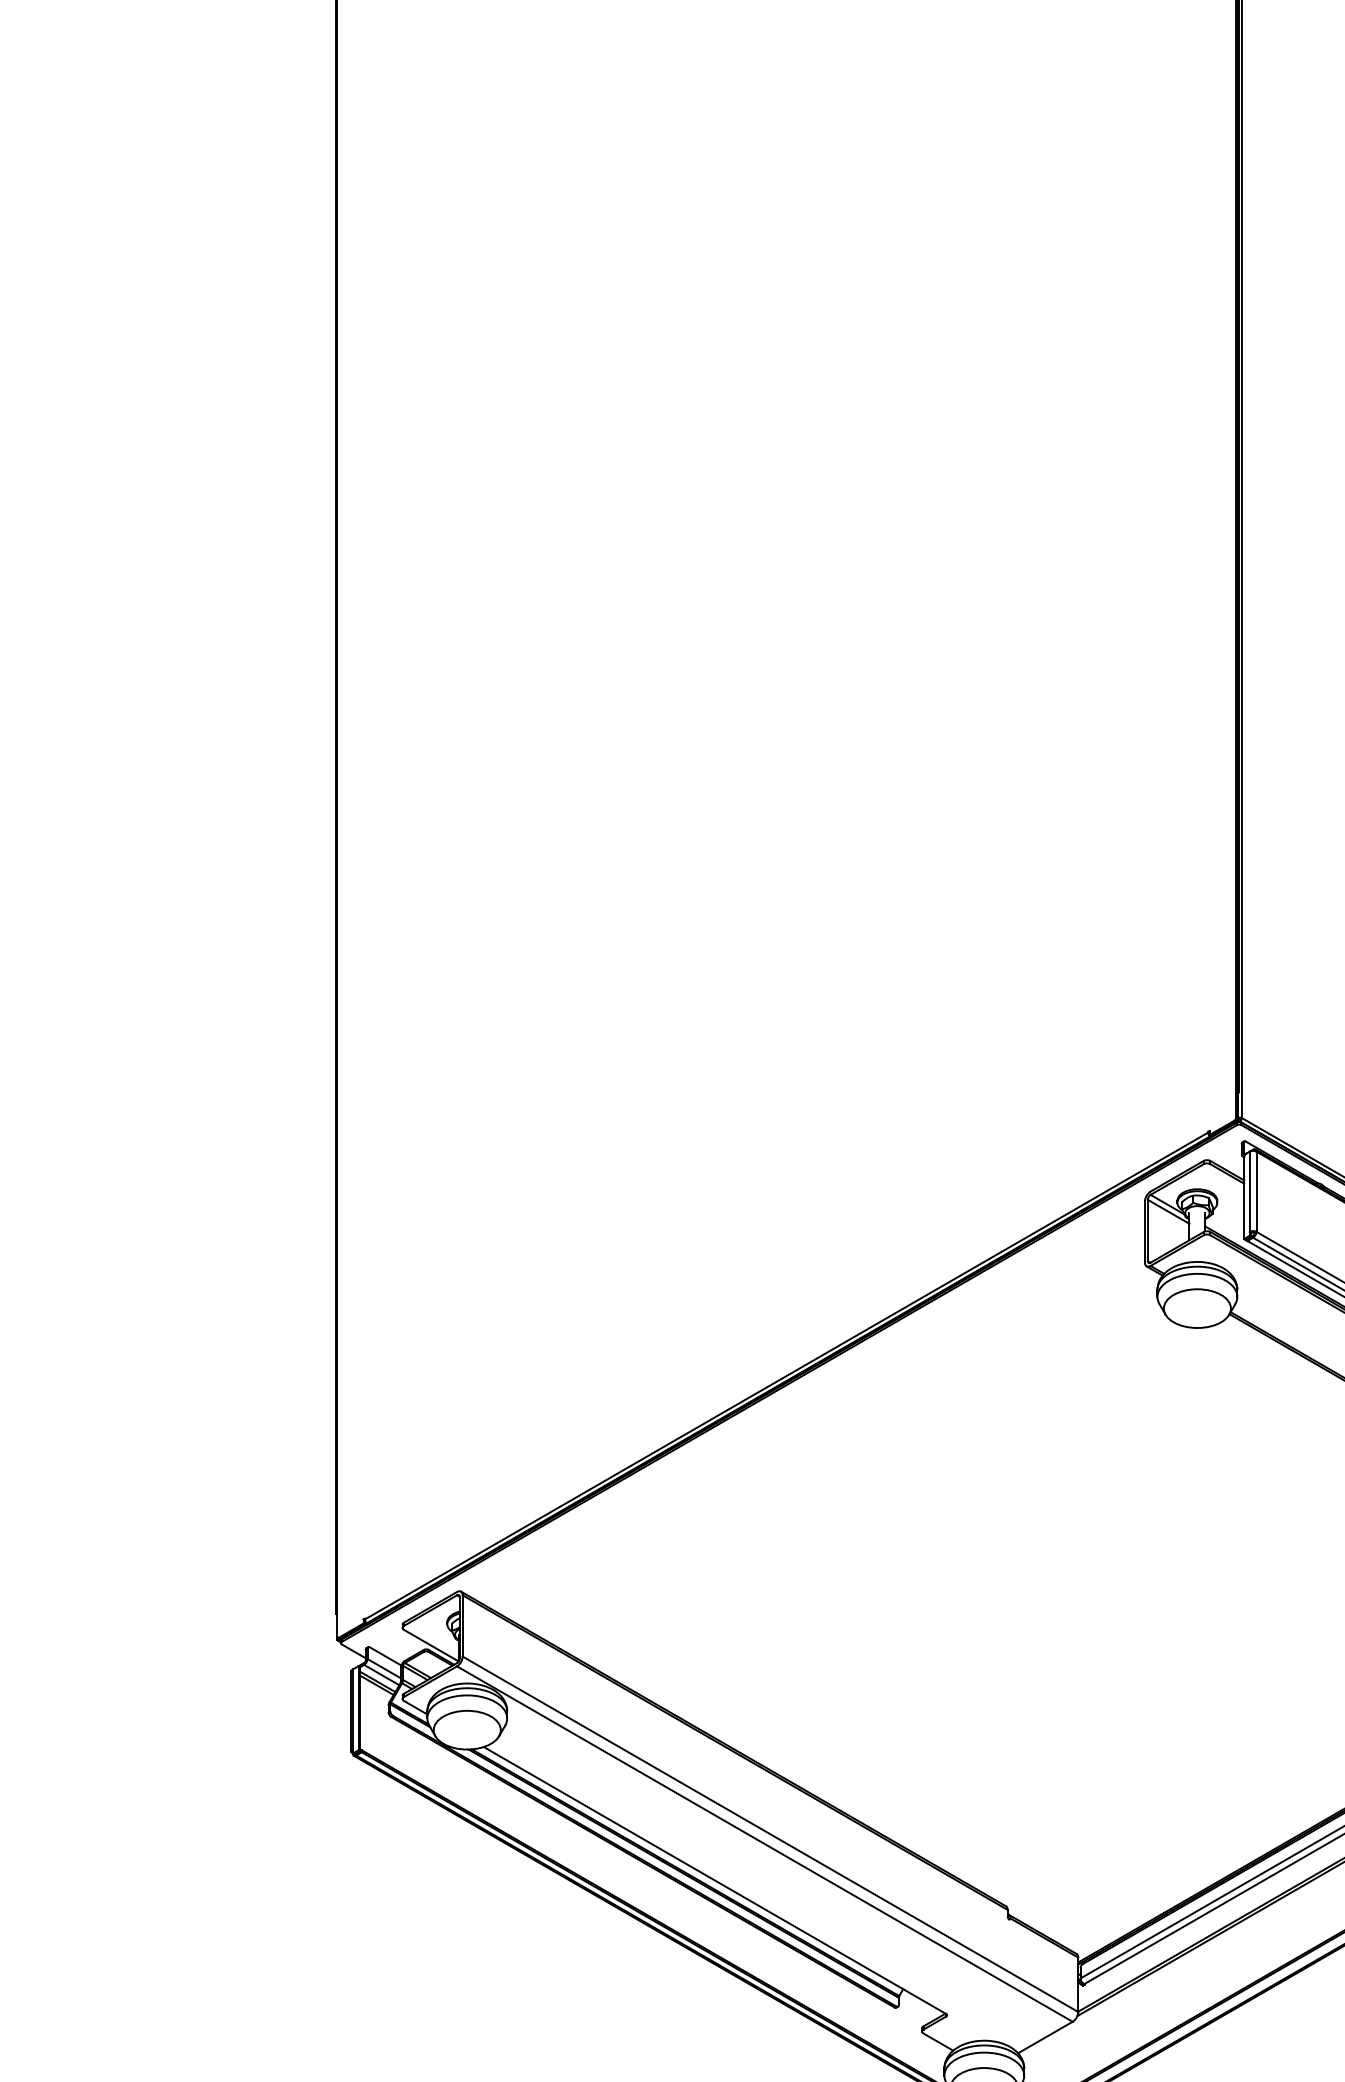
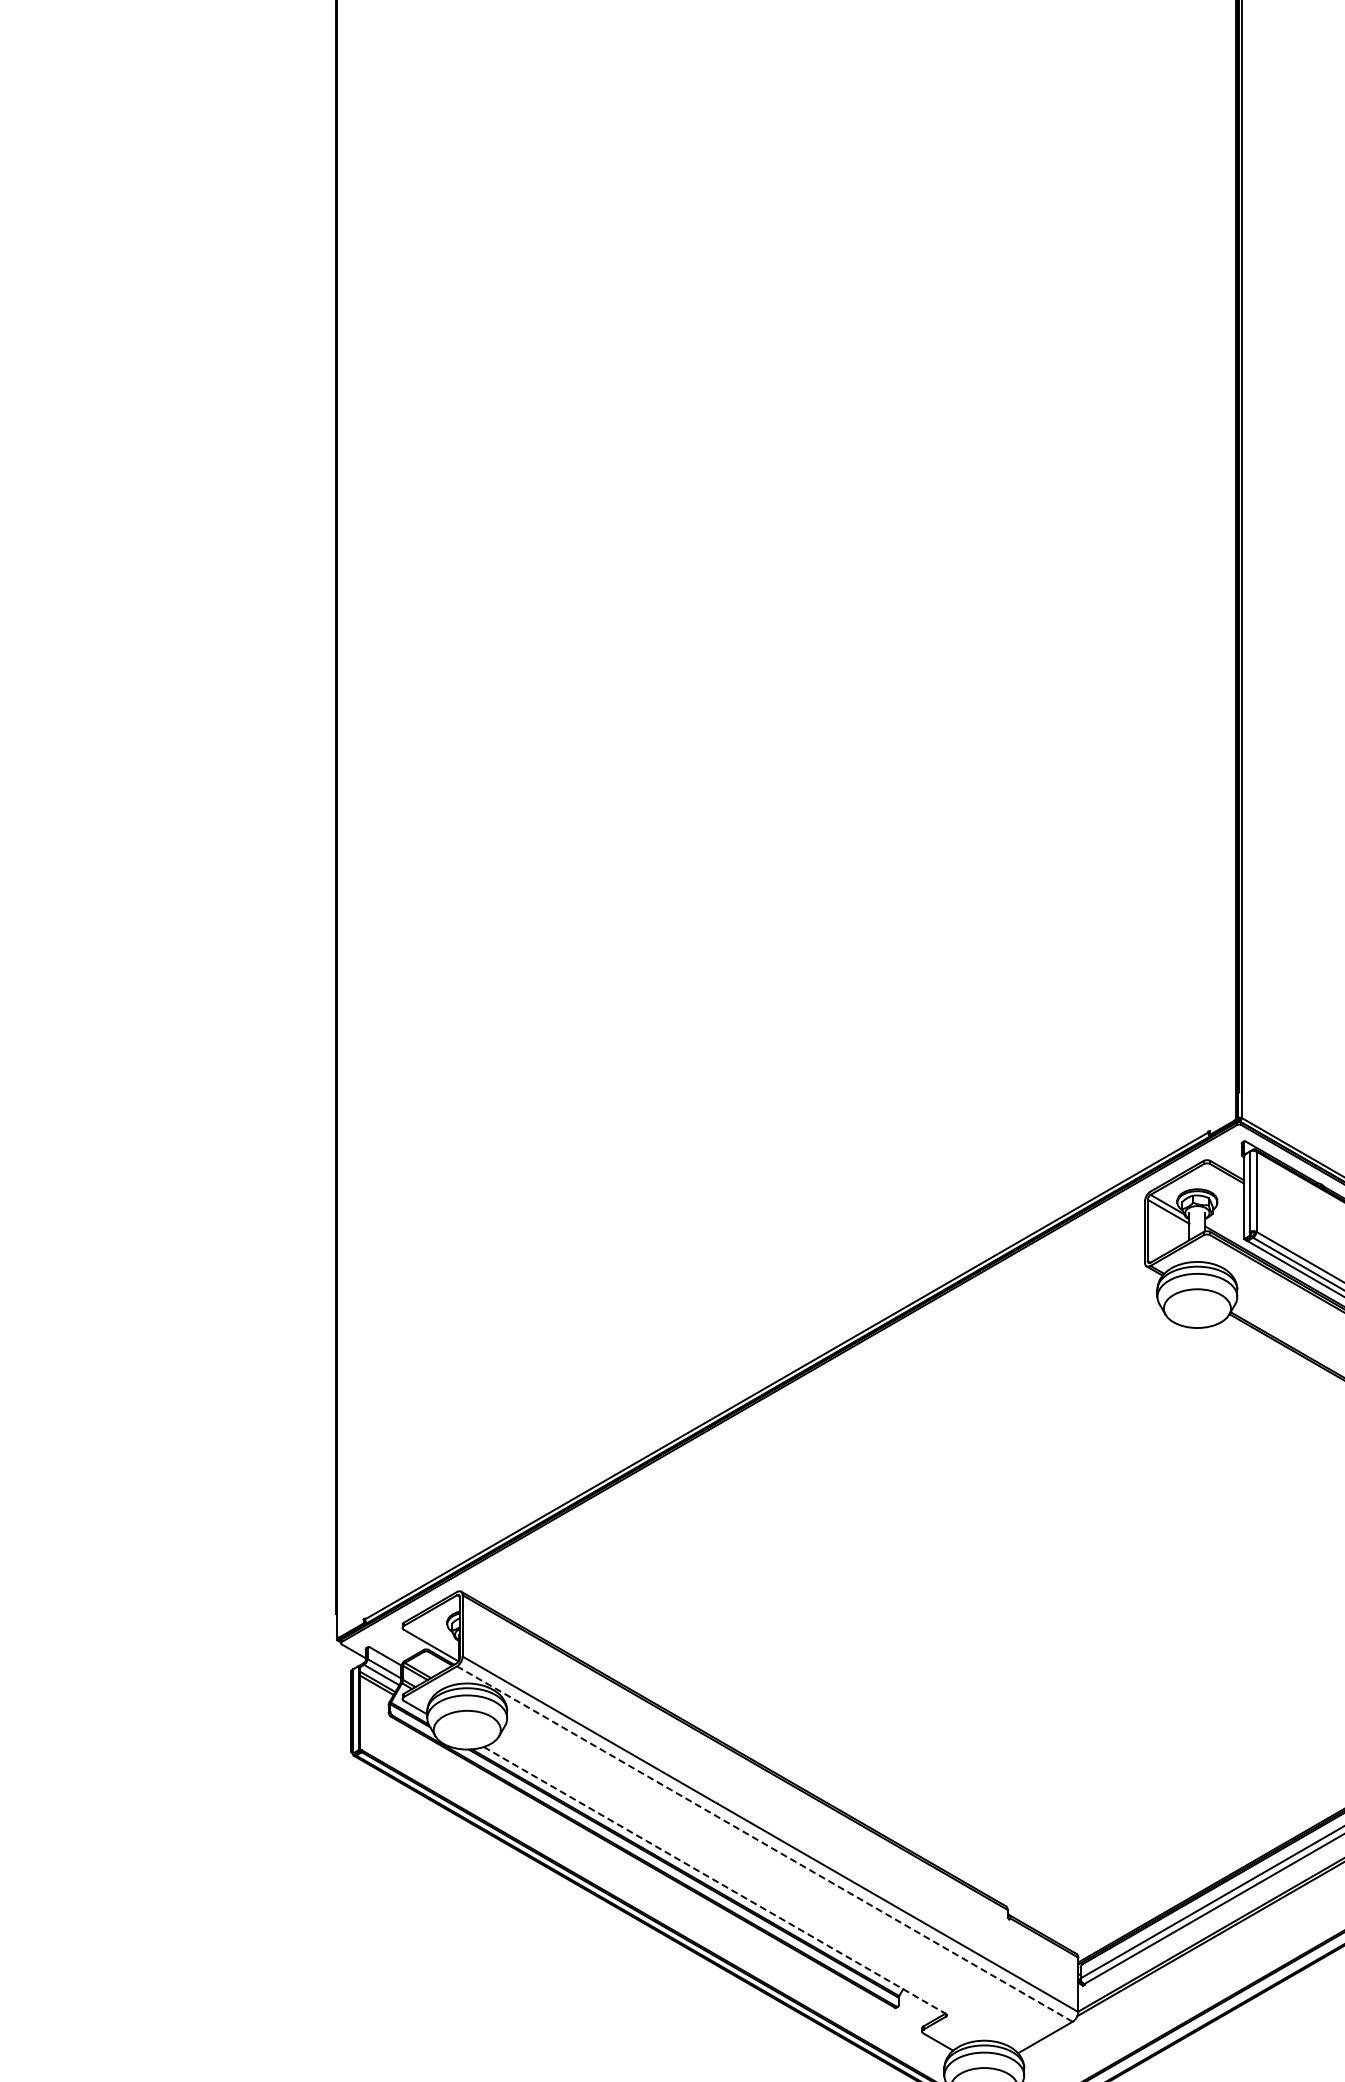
line at (764, 1843): solid -> dashed
line at (714, 1880): solid -> dashed
